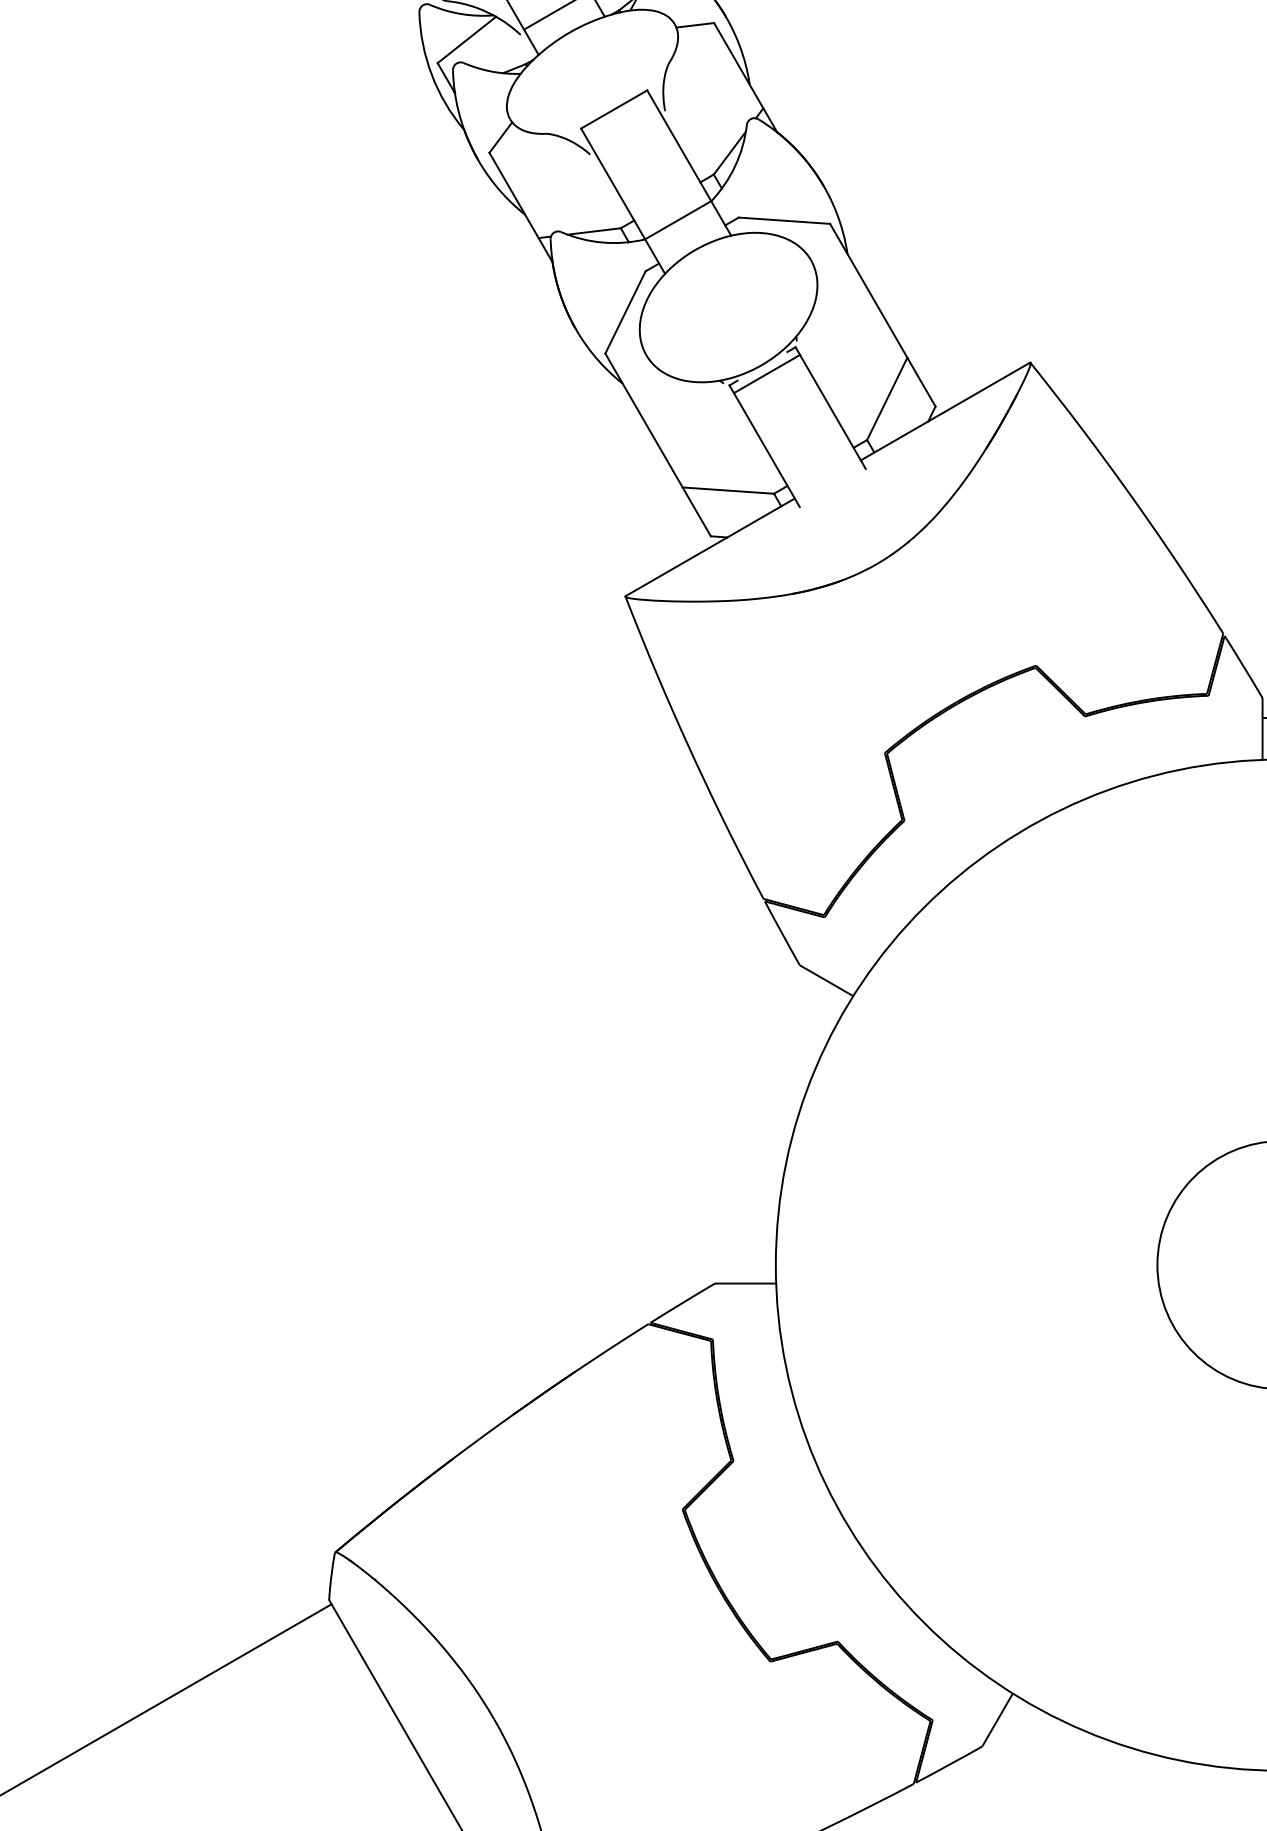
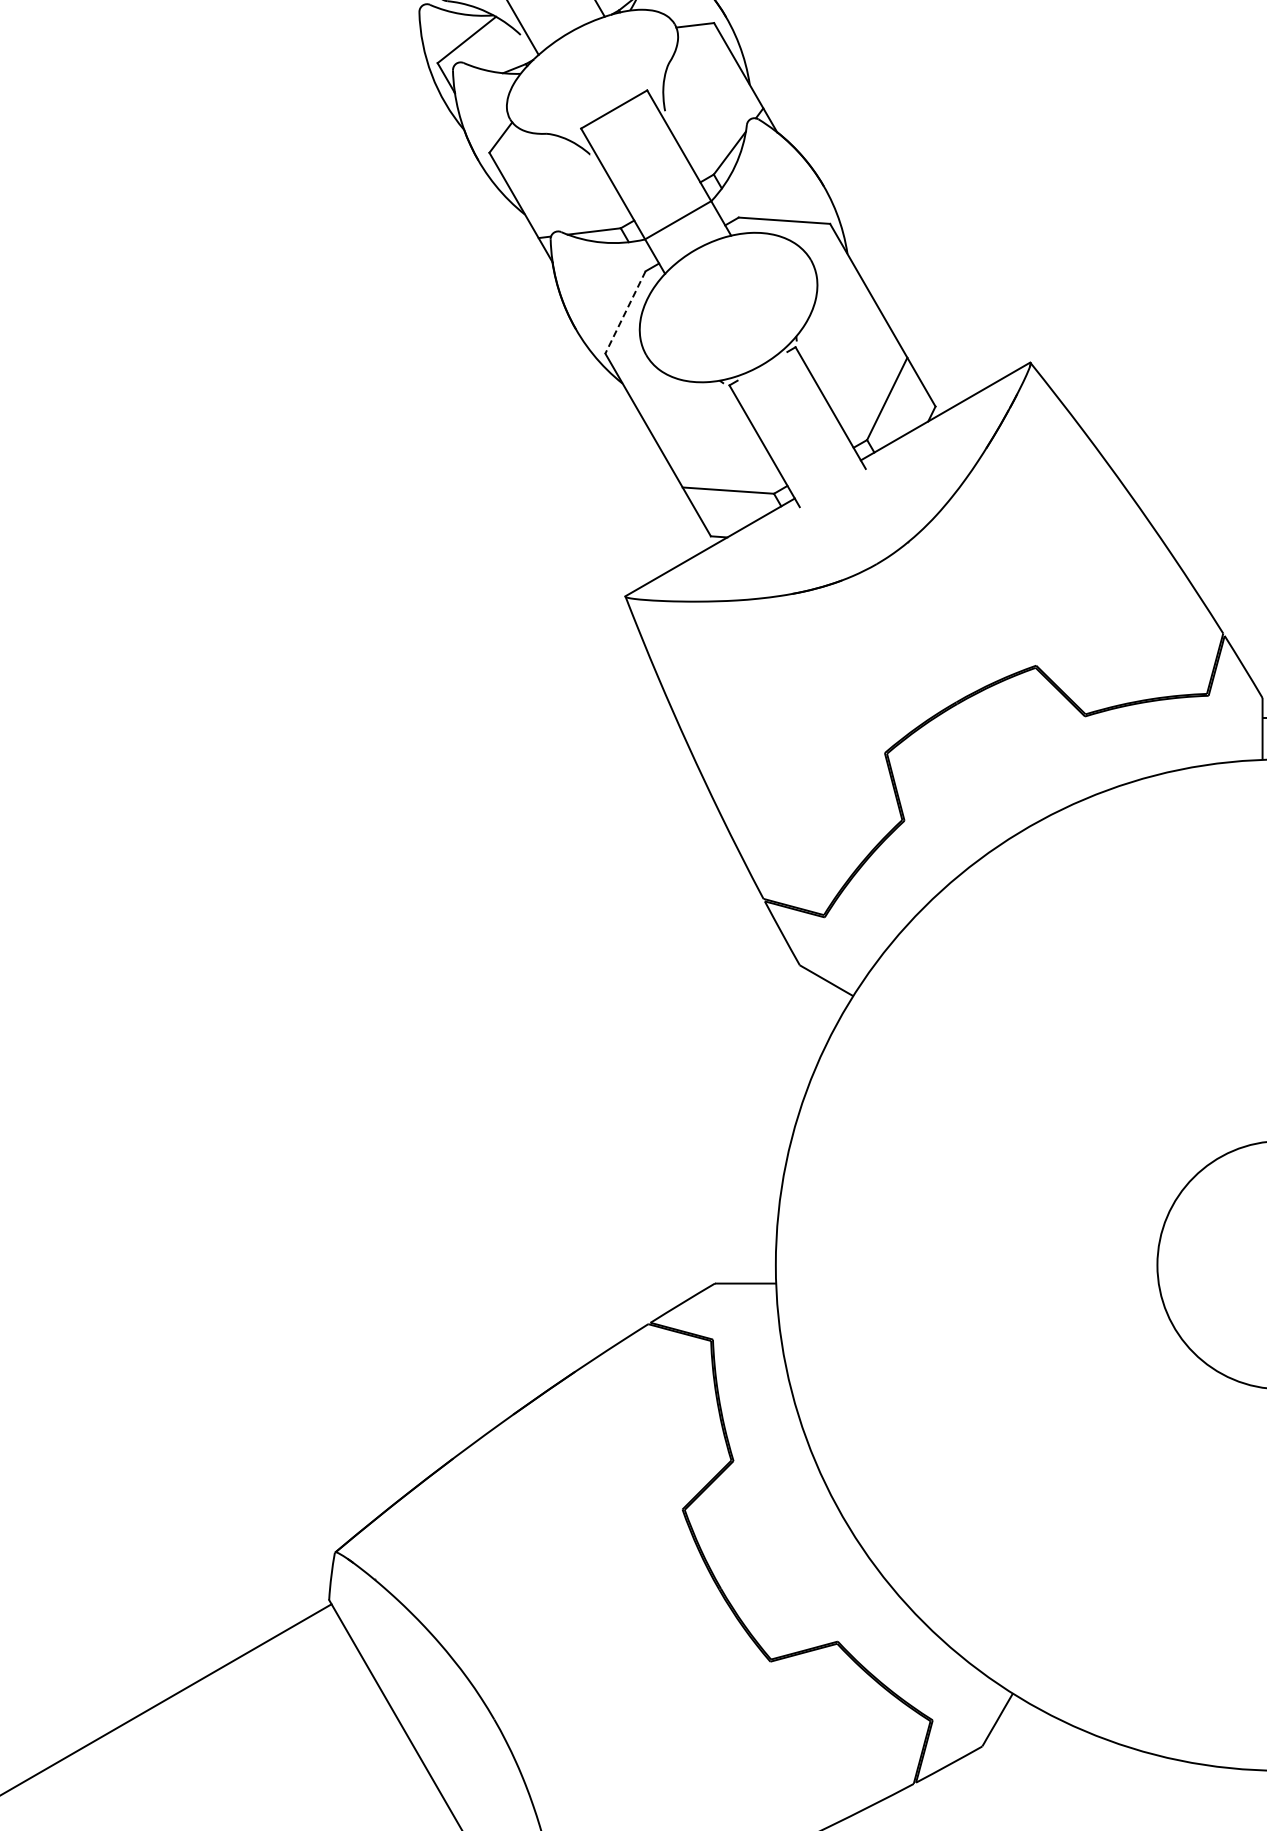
line at (547, 15): present -> none
line at (625, 312): solid -> dashed
line at (766, 373): present -> none
